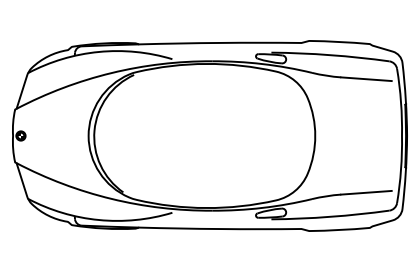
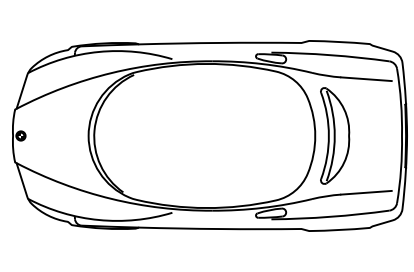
part at (335, 135): none -> present
